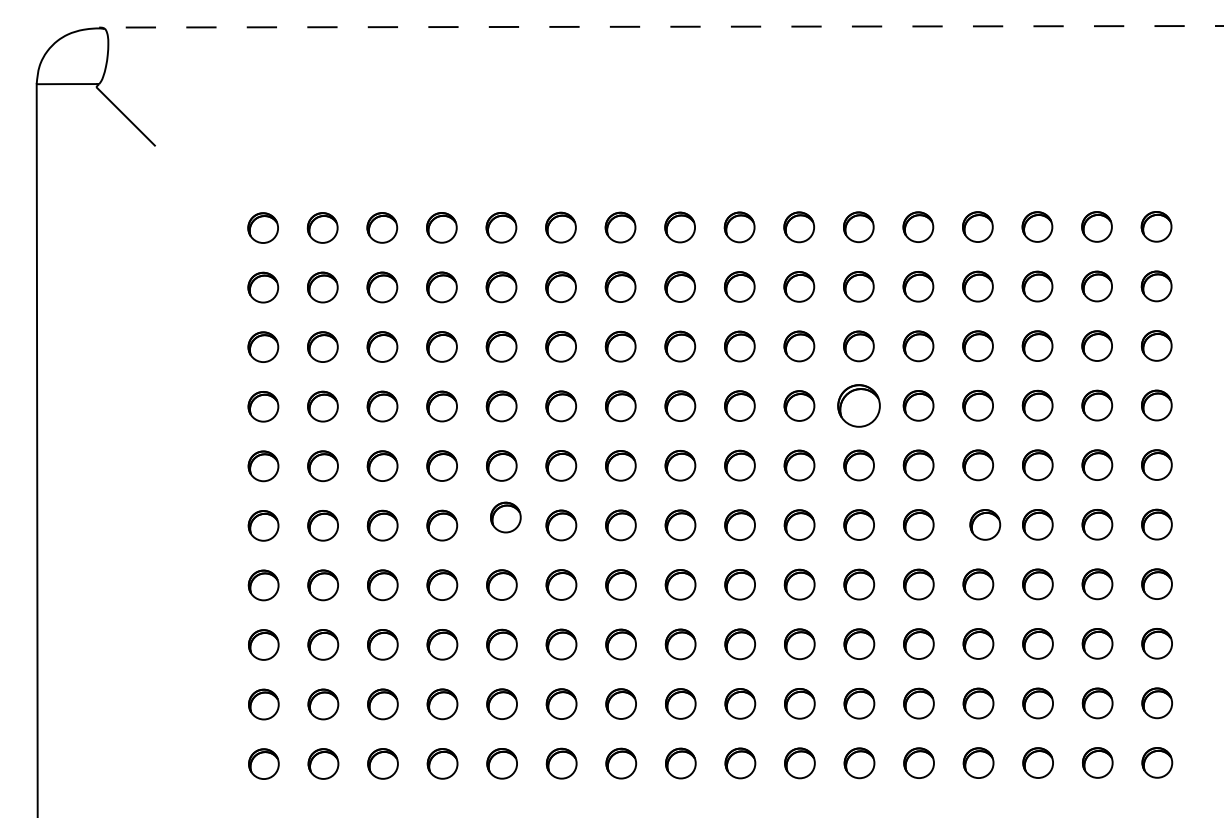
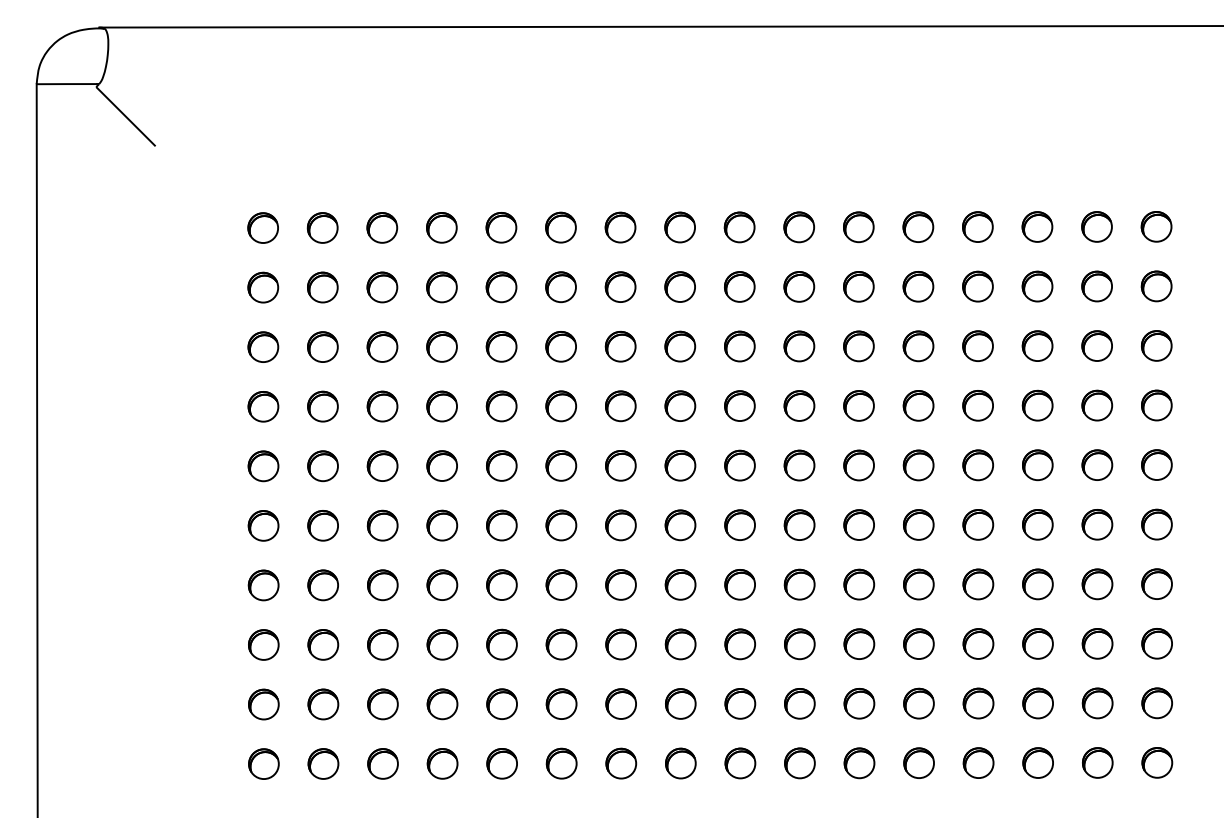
line at (661, 26): dashed -> solid
part at (858, 405) size: 44x44 px -> 32x32 px
part at (505, 517) position: (505, 517) -> (501, 525)
part at (985, 524) position: (985, 524) -> (978, 524)
